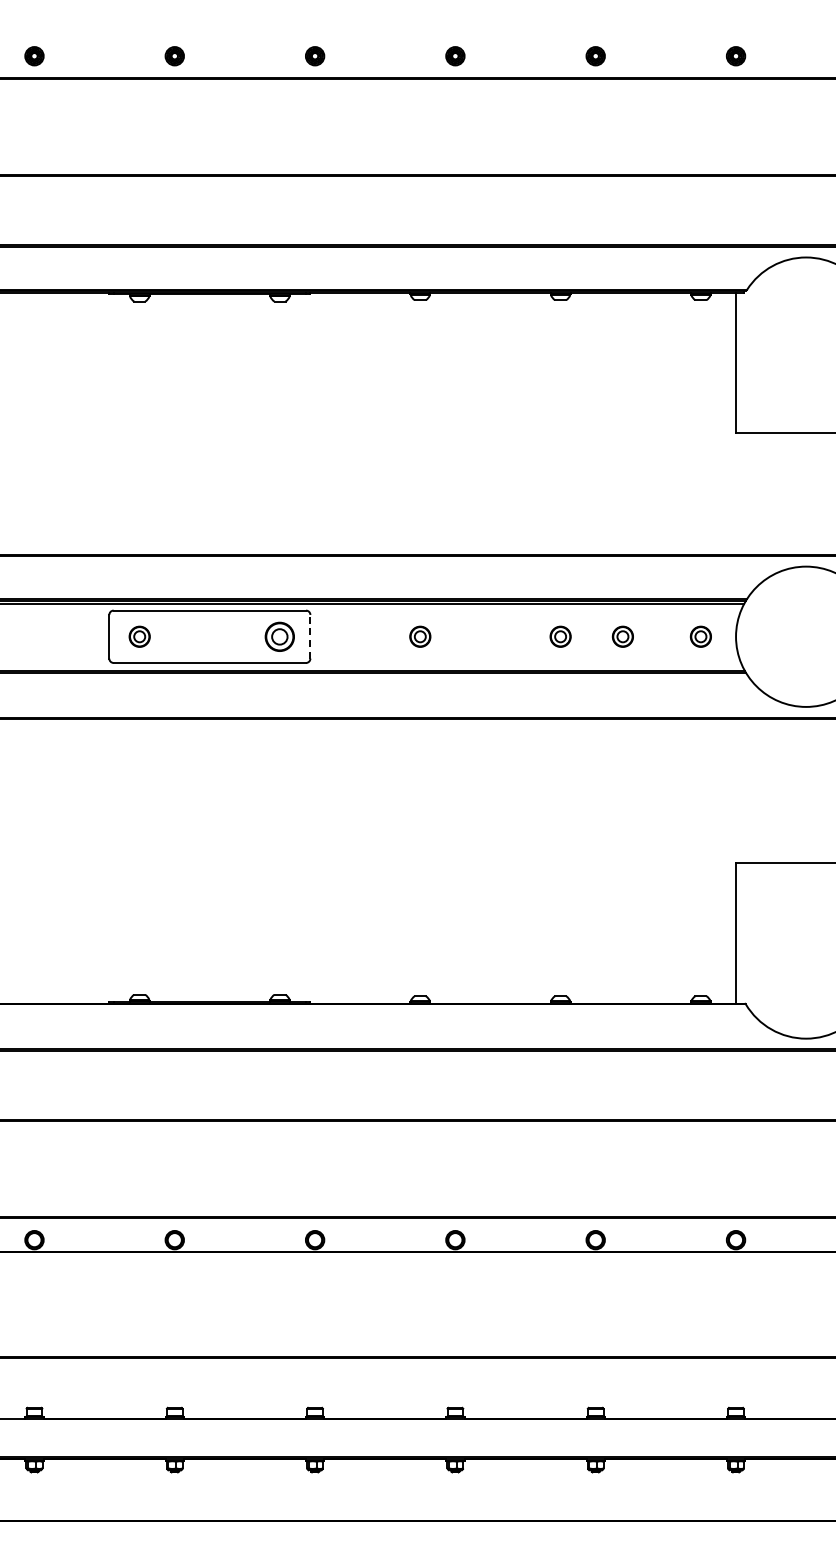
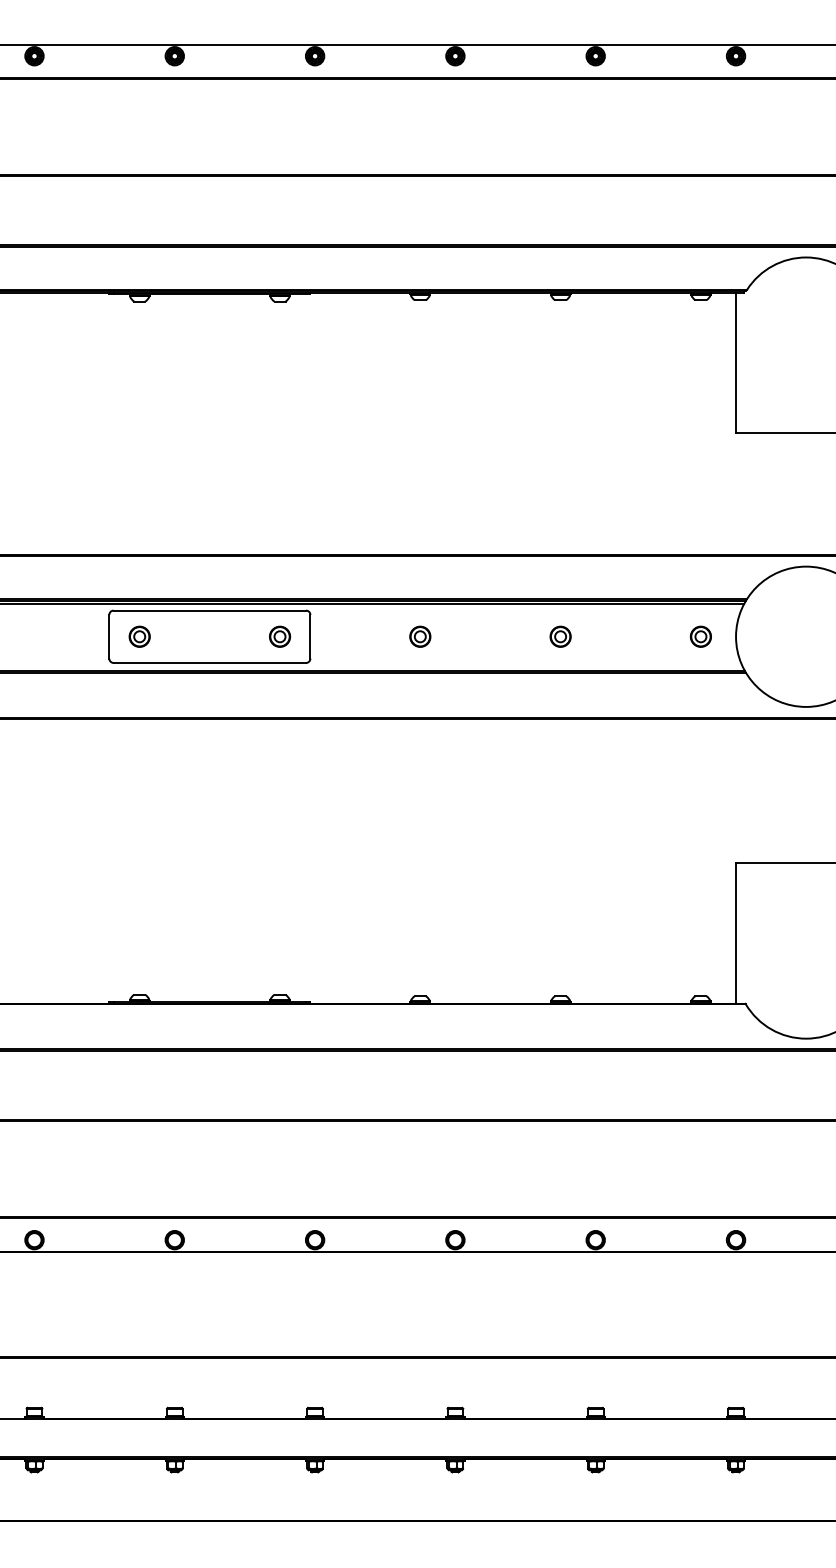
line at (417, 44): none -> present
part at (279, 636) size: 31x31 px -> 23x23 px
line at (310, 636): dashed -> solid
part at (622, 636): present -> none
